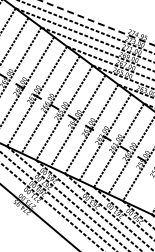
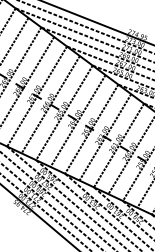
line at (96, 22): dashed -> solid
line at (144, 195): none -> present
line at (45, 211): none -> present
